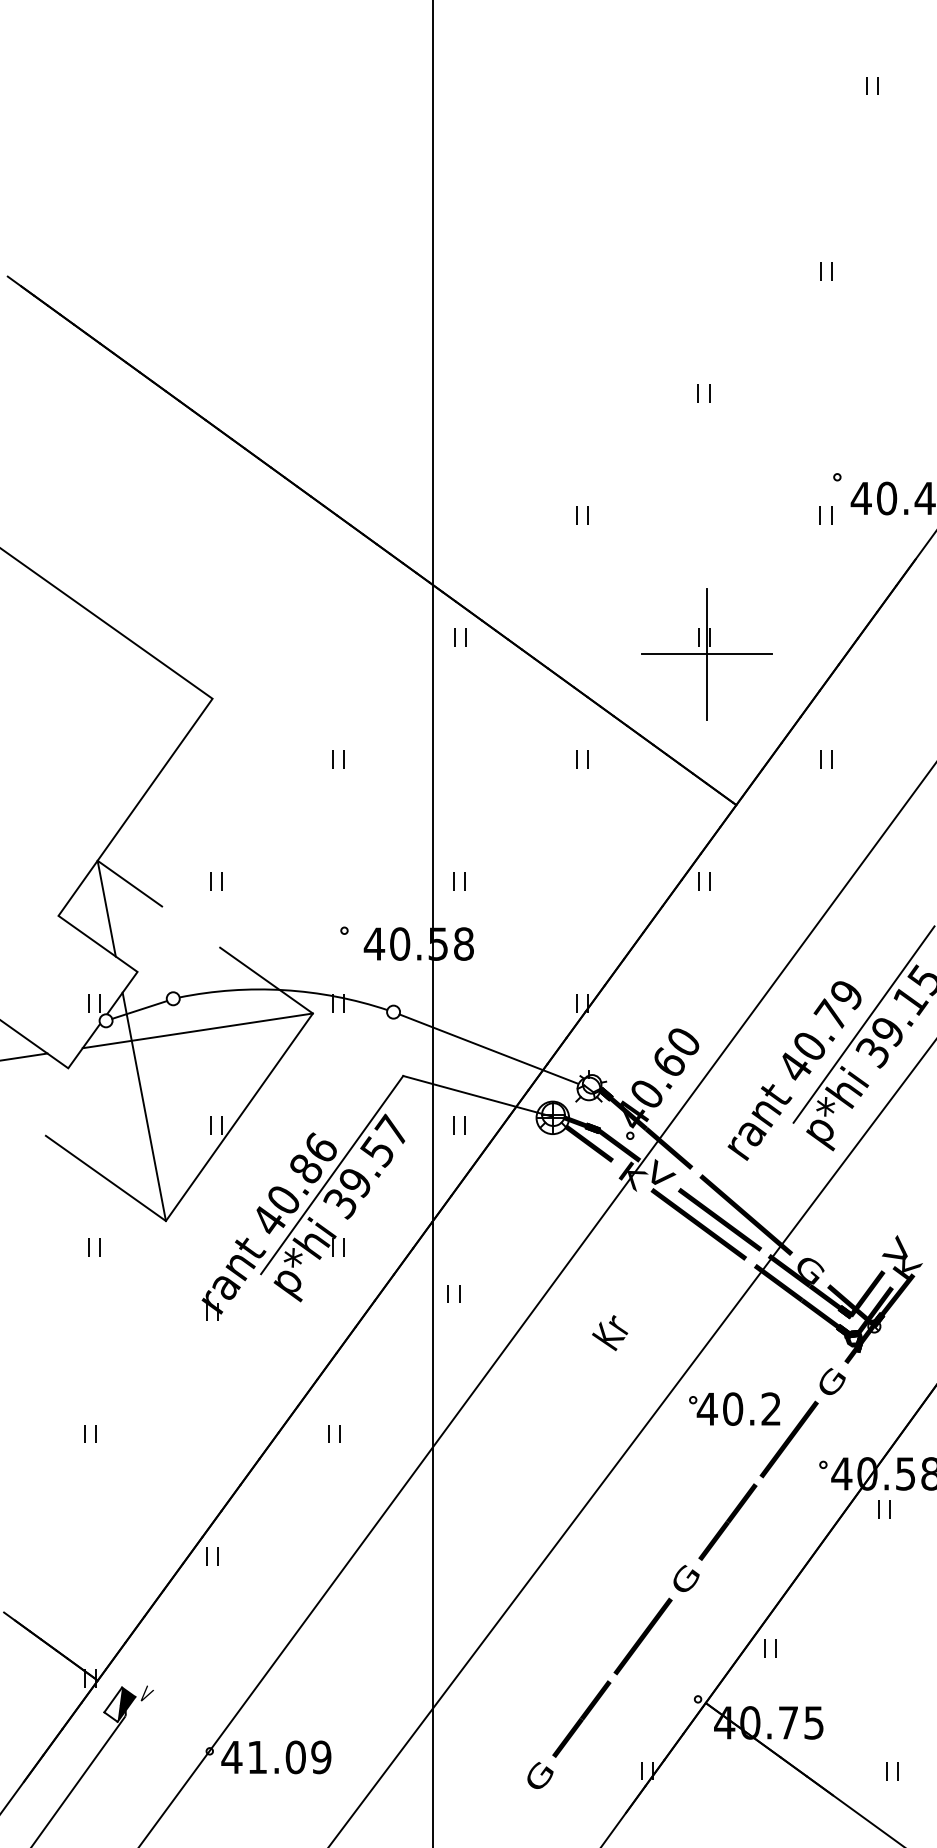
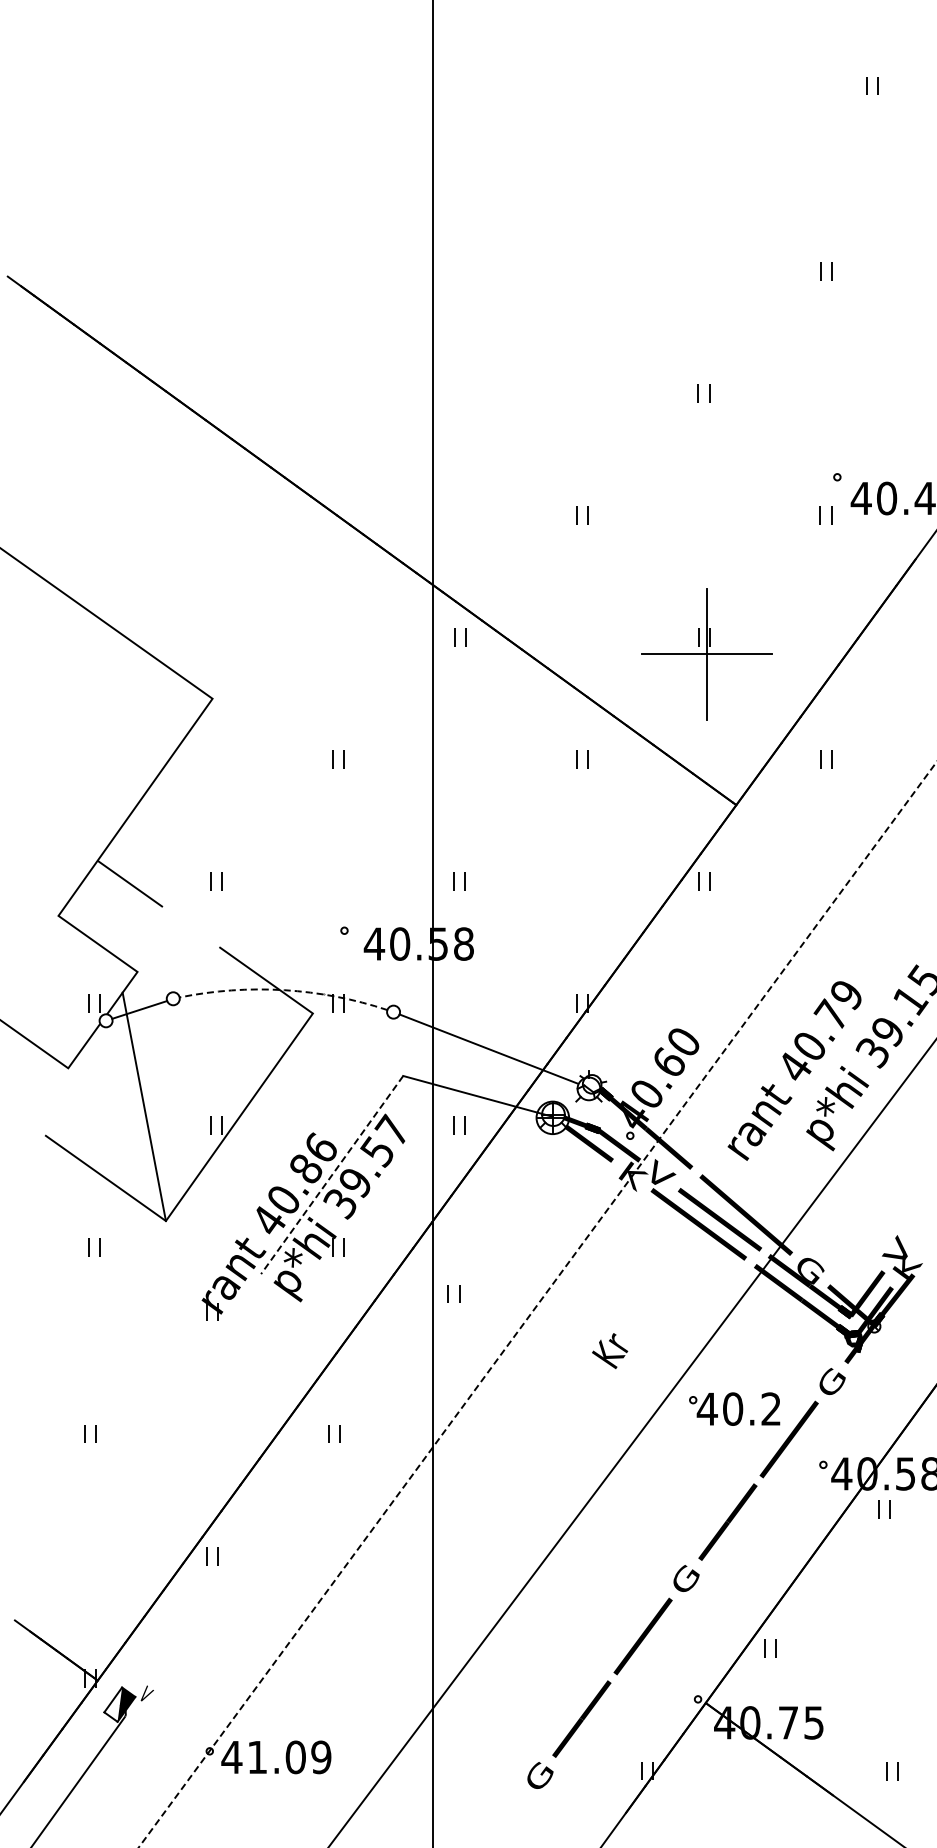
line at (106, 908): present -> none
arc at (284, 990): solid -> dashed
line at (863, 1024): present -> none
line at (197, 1030): present -> none
line at (24, 1056): present -> none
line at (332, 1175): solid -> dashed
line at (537, 1304): solid -> dashed
text at (610, 1333) position: (610, 1333) -> (610, 1351)
line at (17, 1621): present -> none
